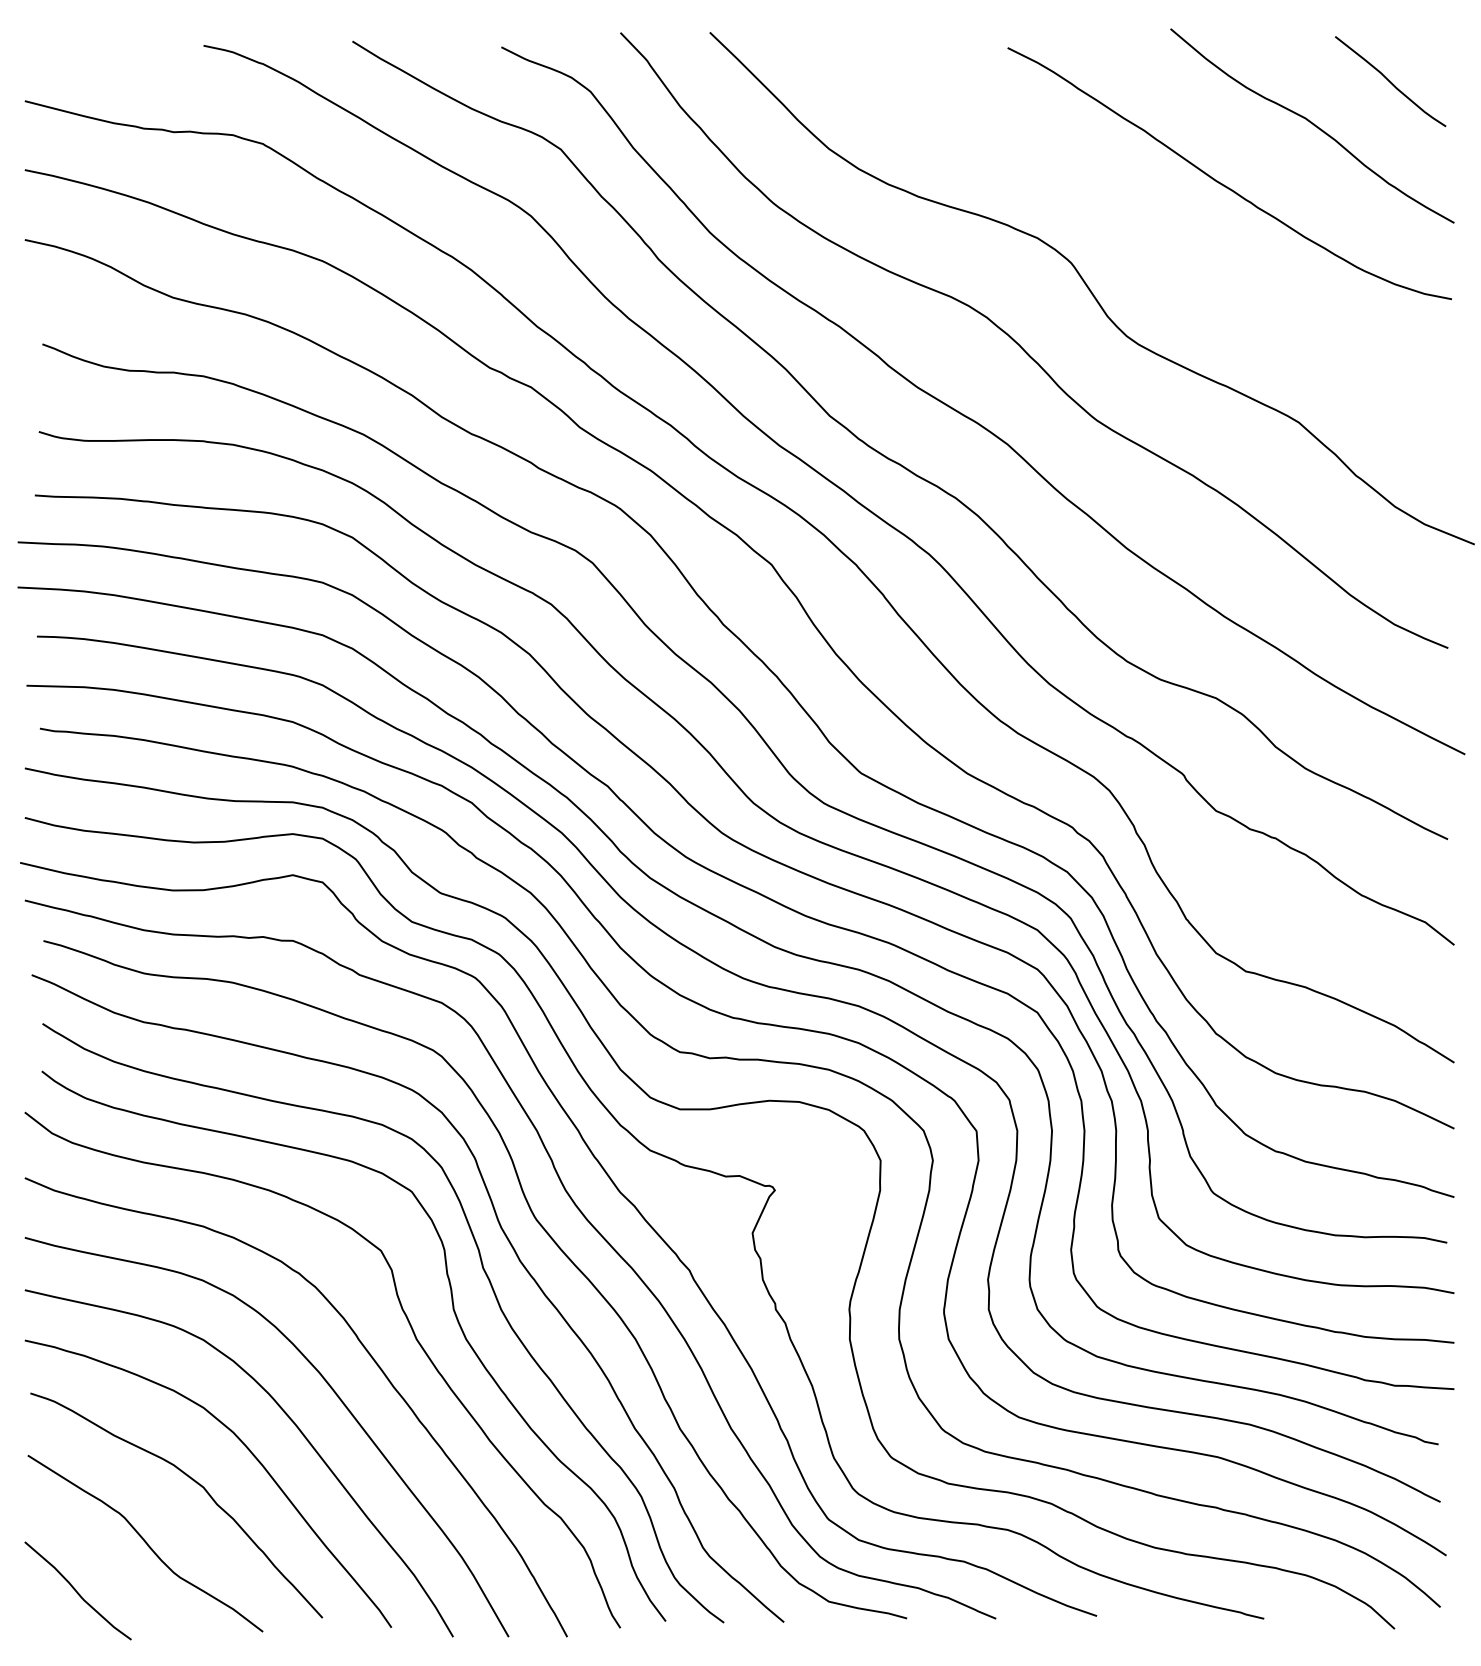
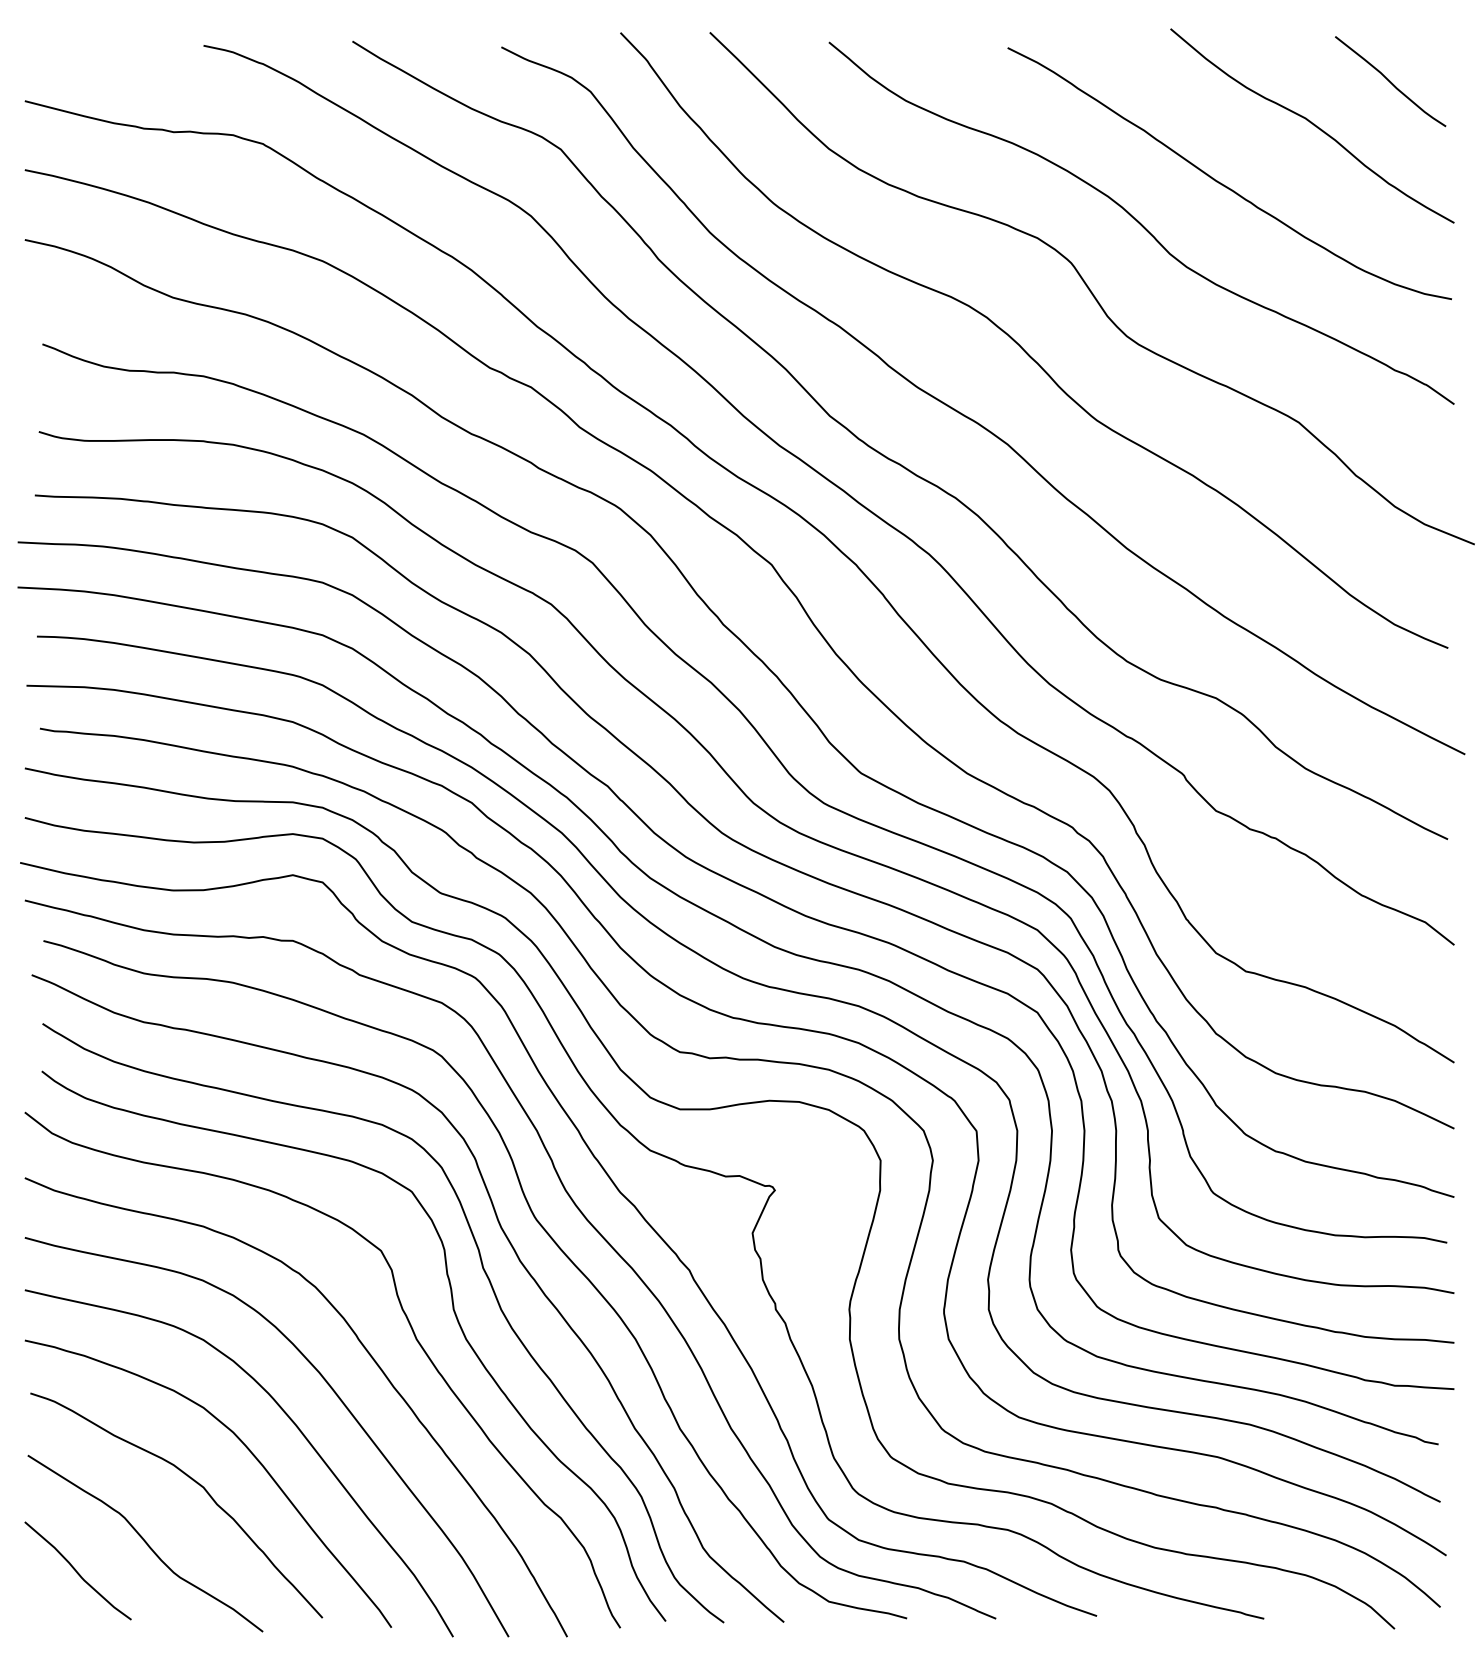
curve at (1140, 222): none -> present
curve at (76, 1590) position: (76, 1590) -> (76, 1570)
